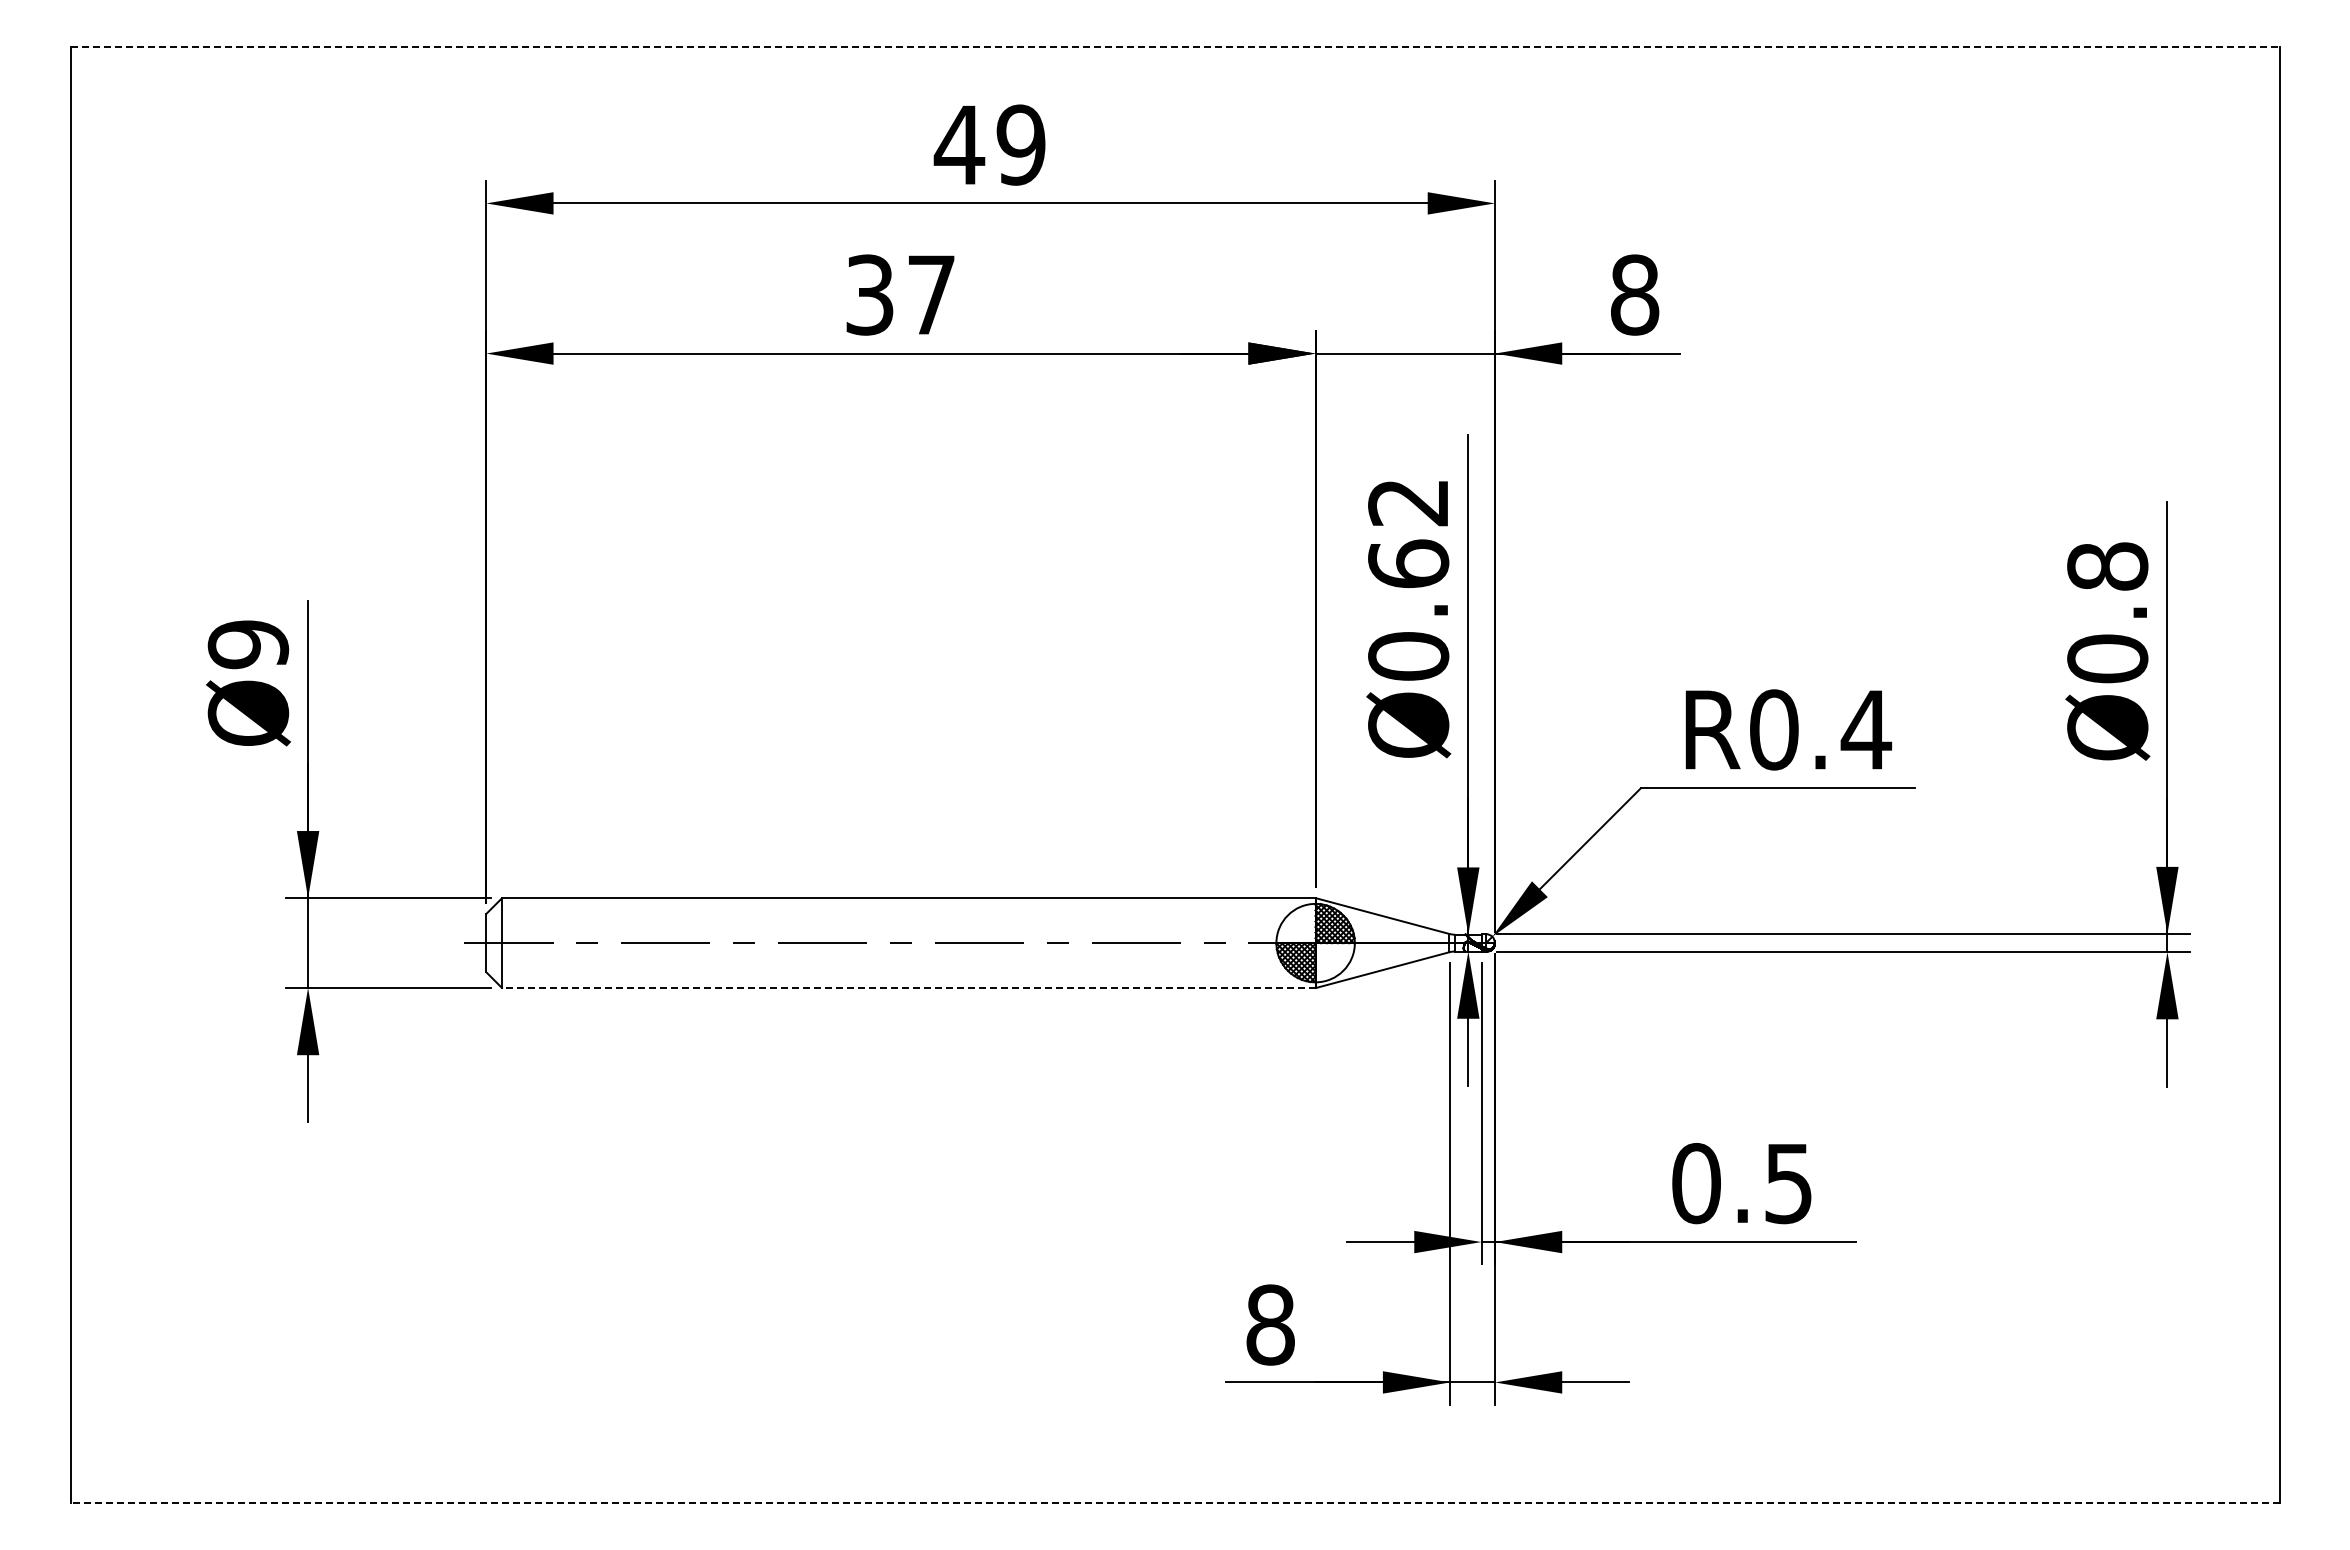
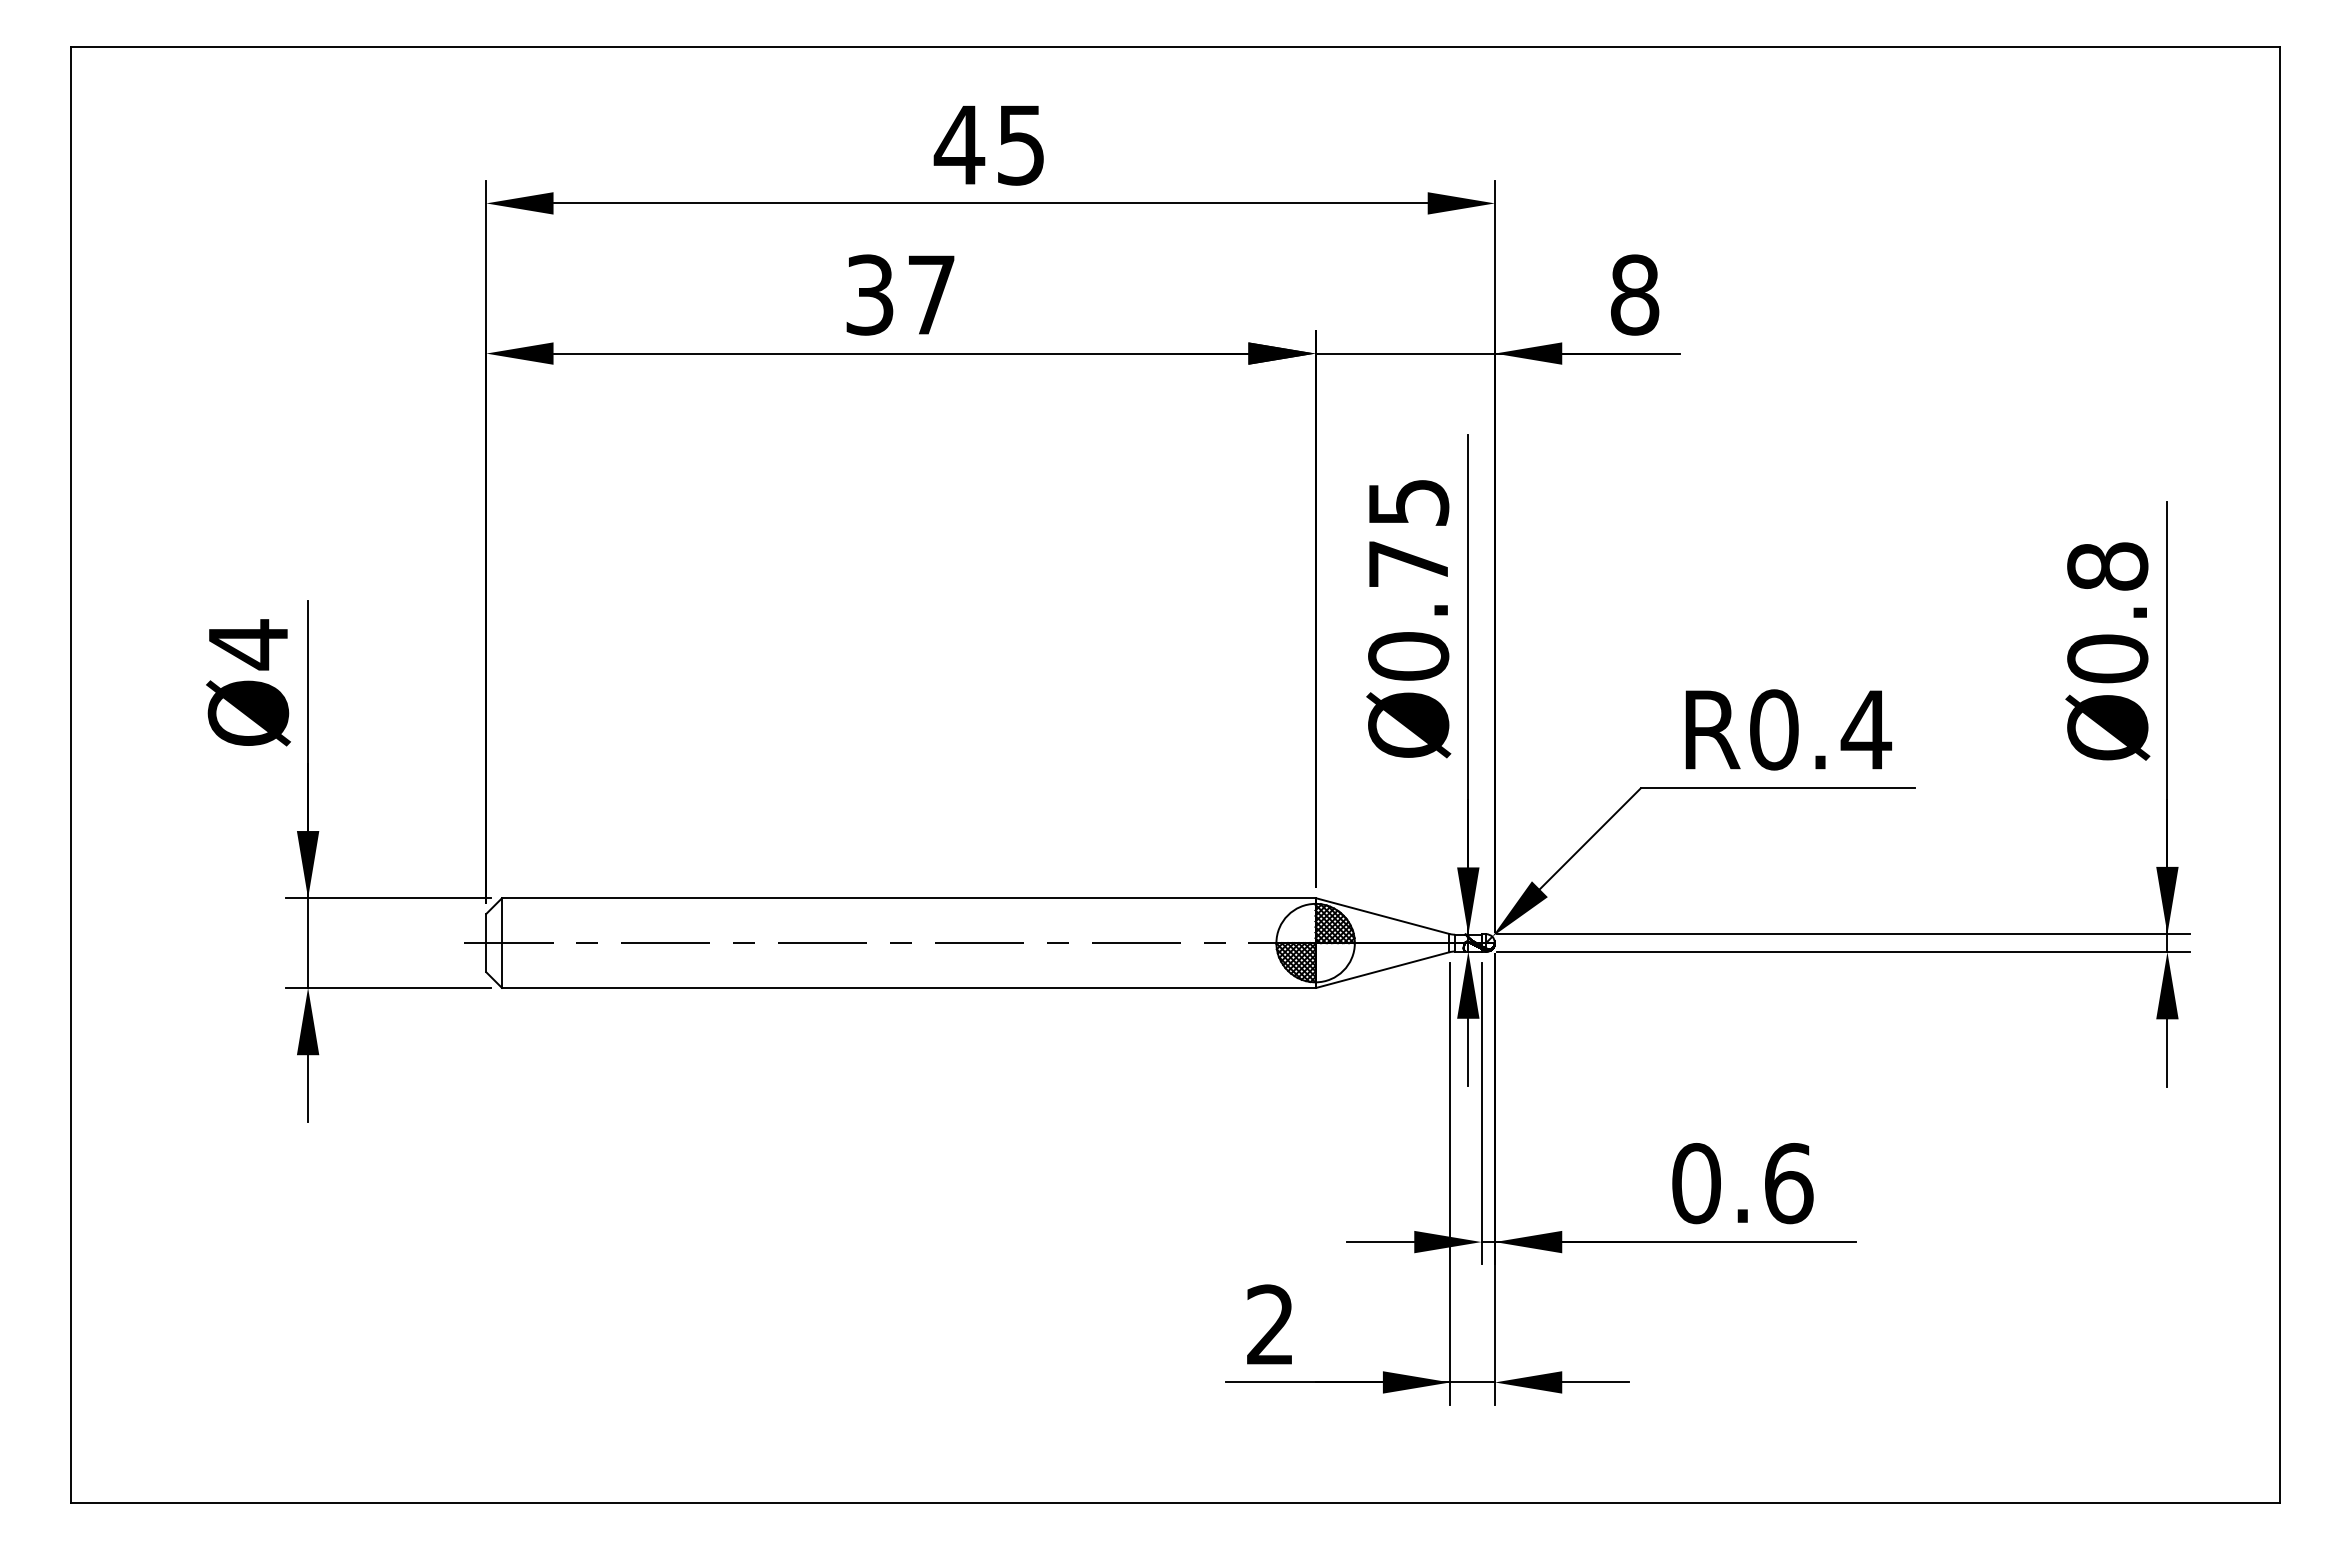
line at (1175, 46): dashed -> solid
text at (1020, 144): 49 -> 45
text at (1408, 534): Ø0.62 -> Ø0.75
text at (248, 644): Ø9 -> Ø4
line at (908, 987): dashed -> solid
text at (1789, 1183): 0.5 -> 0.6
text at (1270, 1324): 8 -> 2
line at (1174, 1503): dashed -> solid
